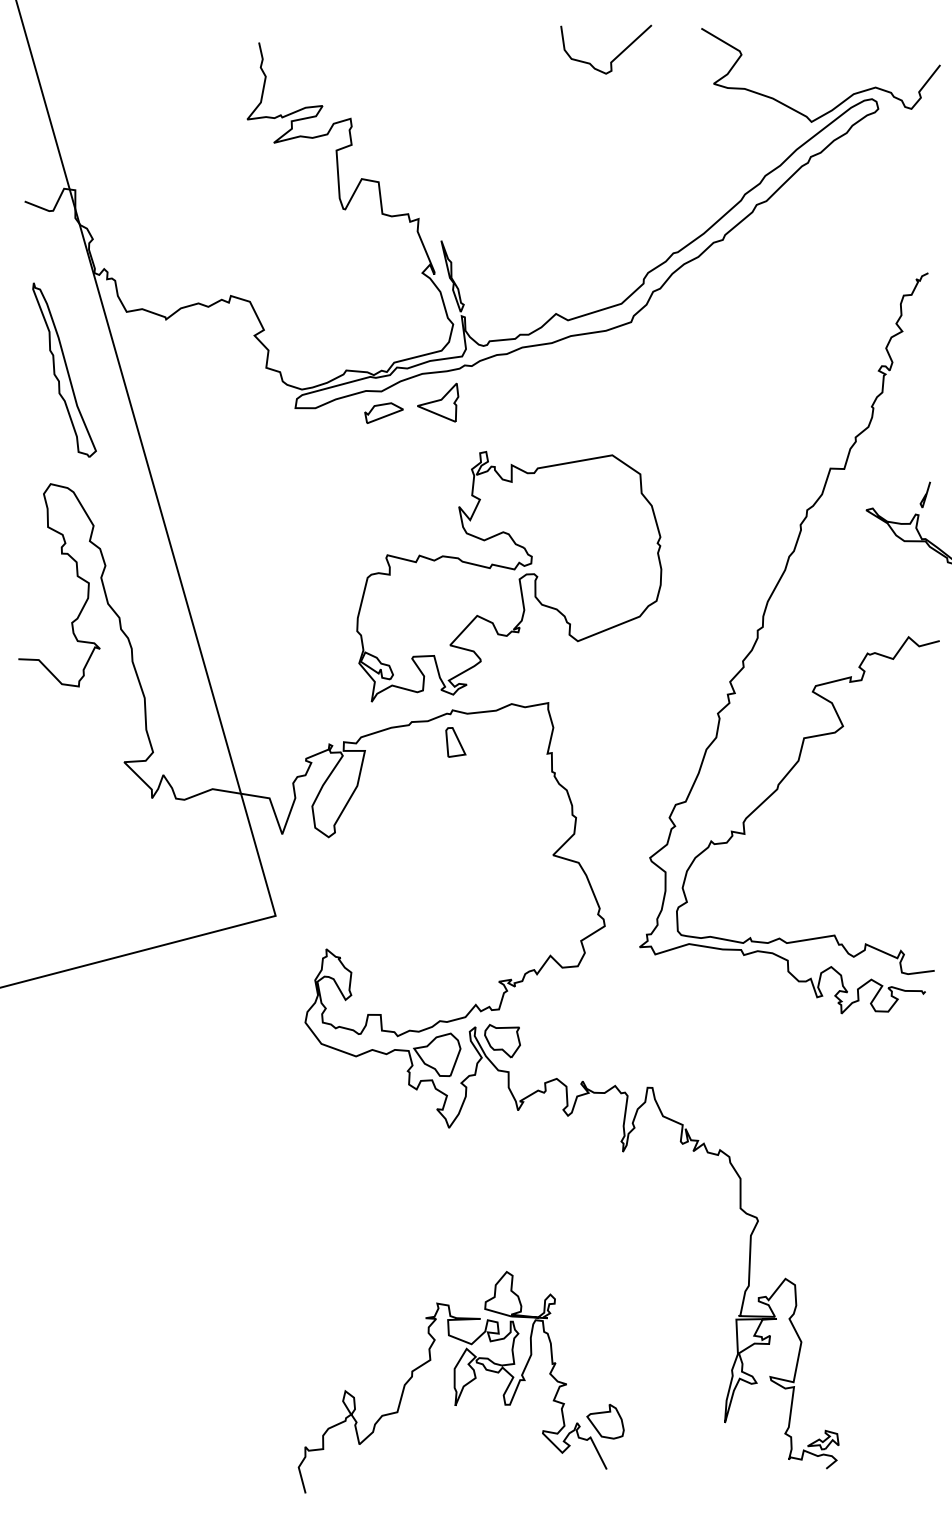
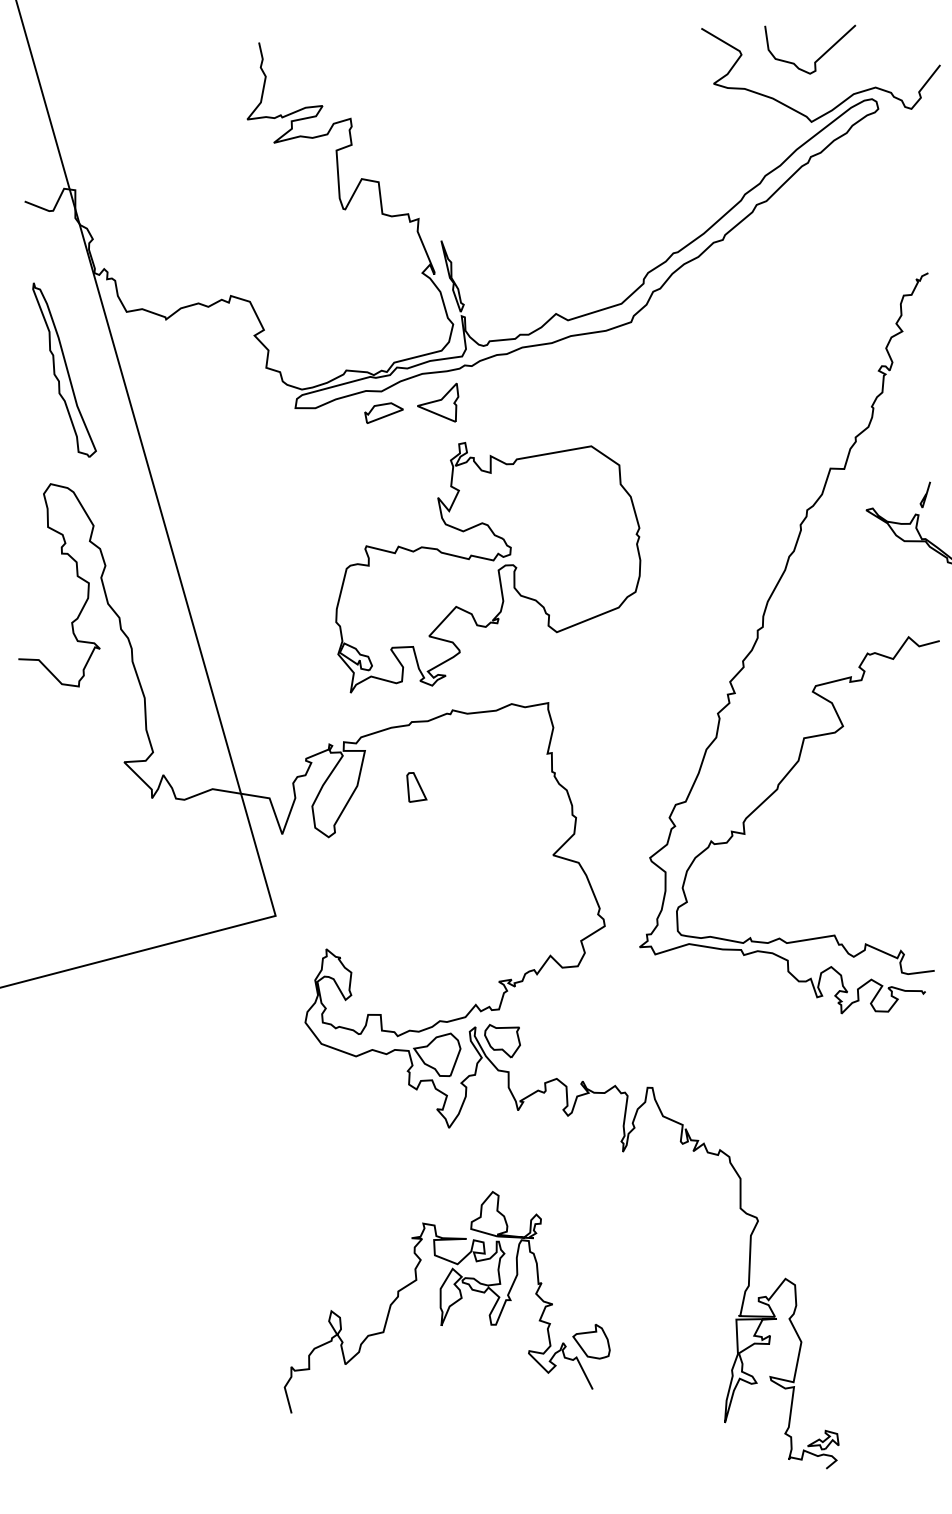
curve at (615, 57) position: (615, 57) -> (819, 57)
part at (509, 576) position: (509, 576) -> (488, 567)
part at (455, 742) position: (455, 742) -> (416, 787)
part at (460, 1382) position: (460, 1382) -> (446, 1302)
